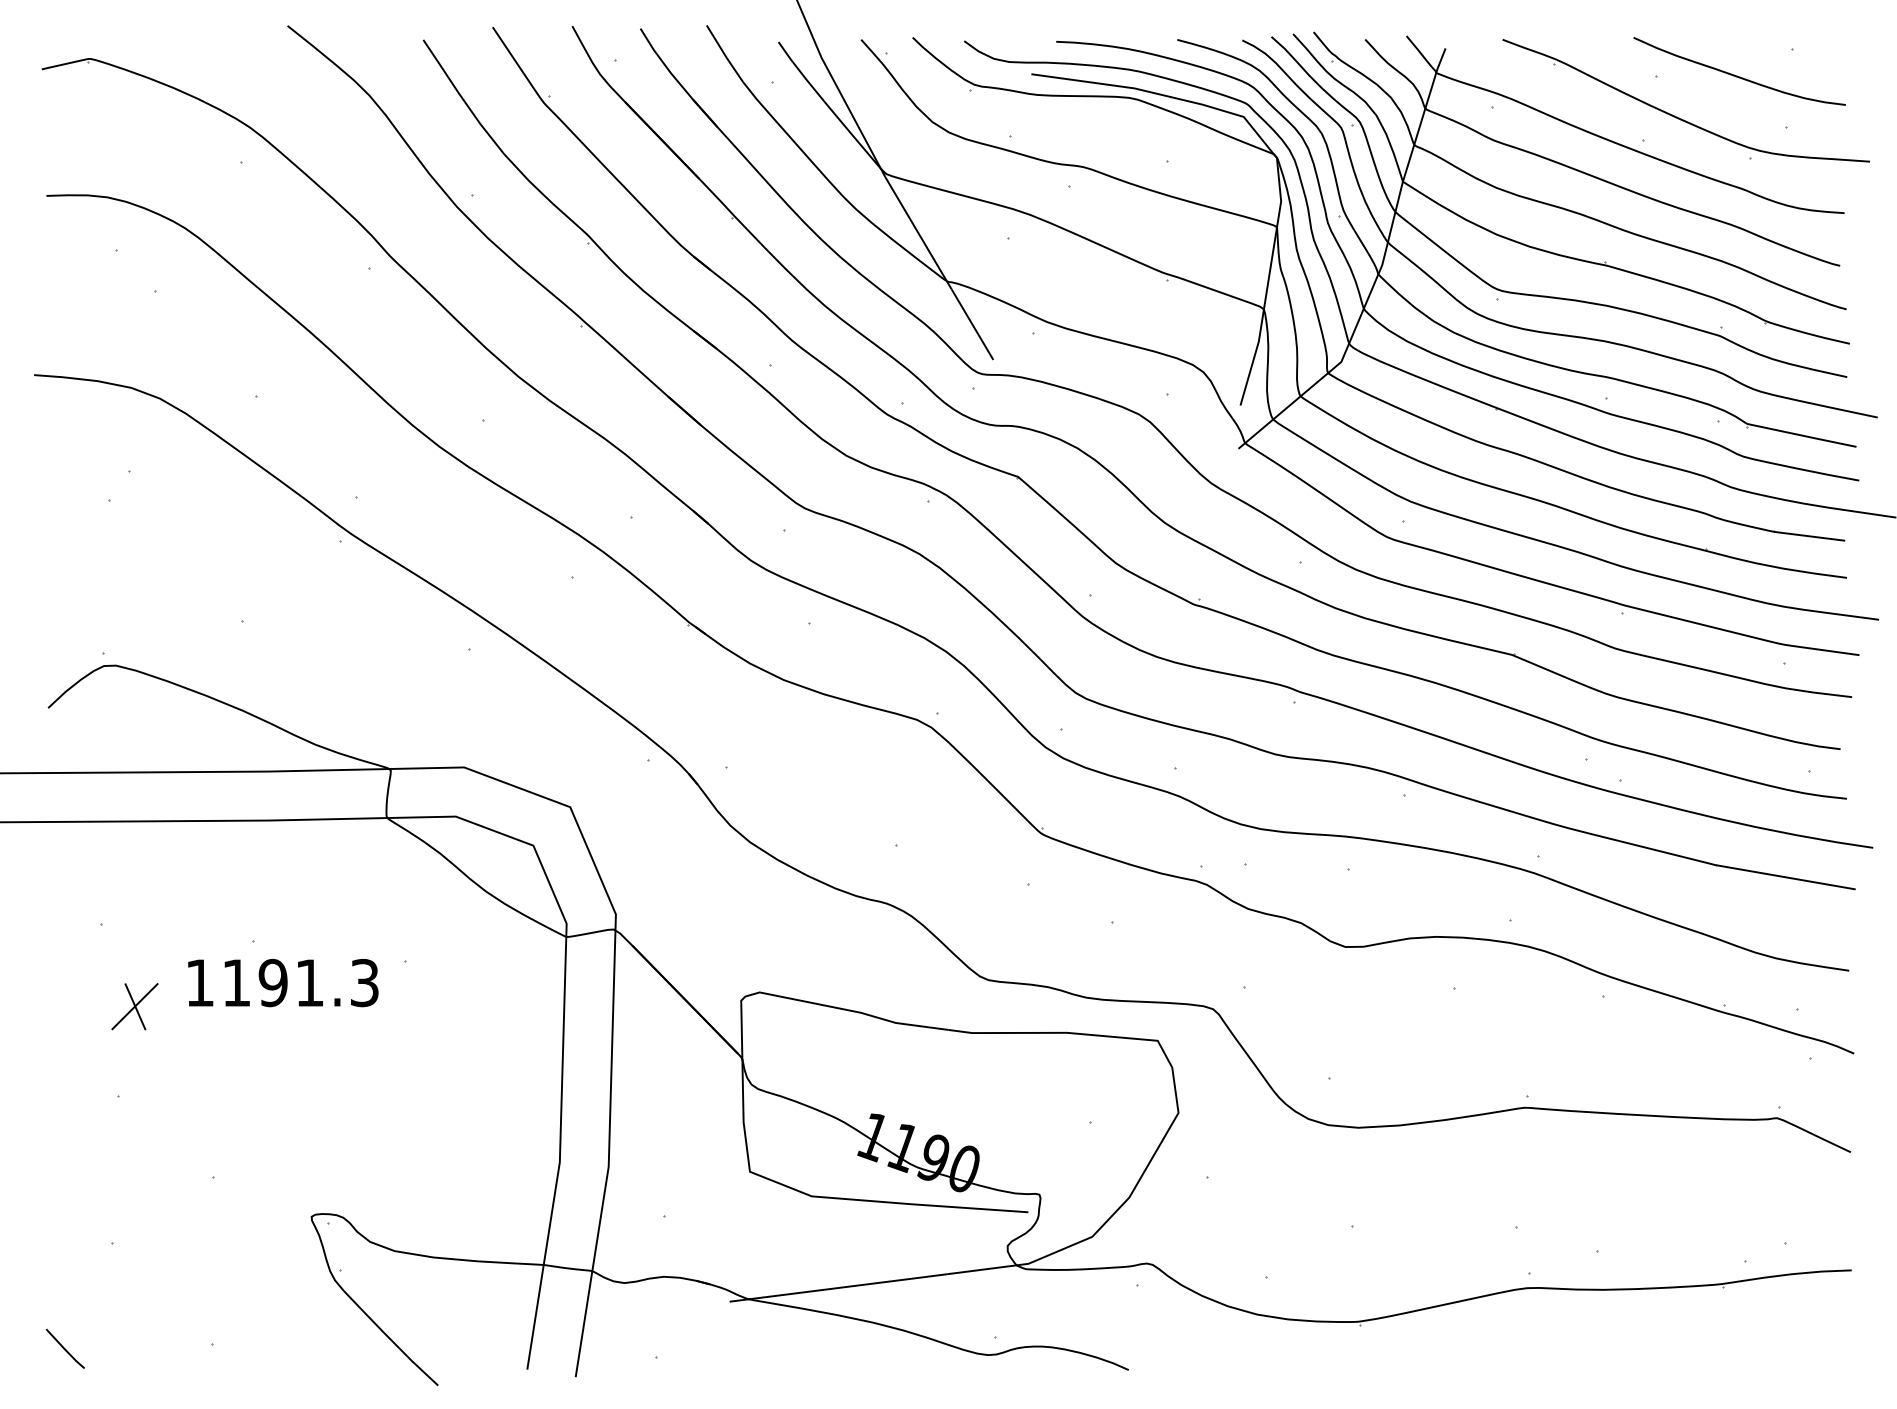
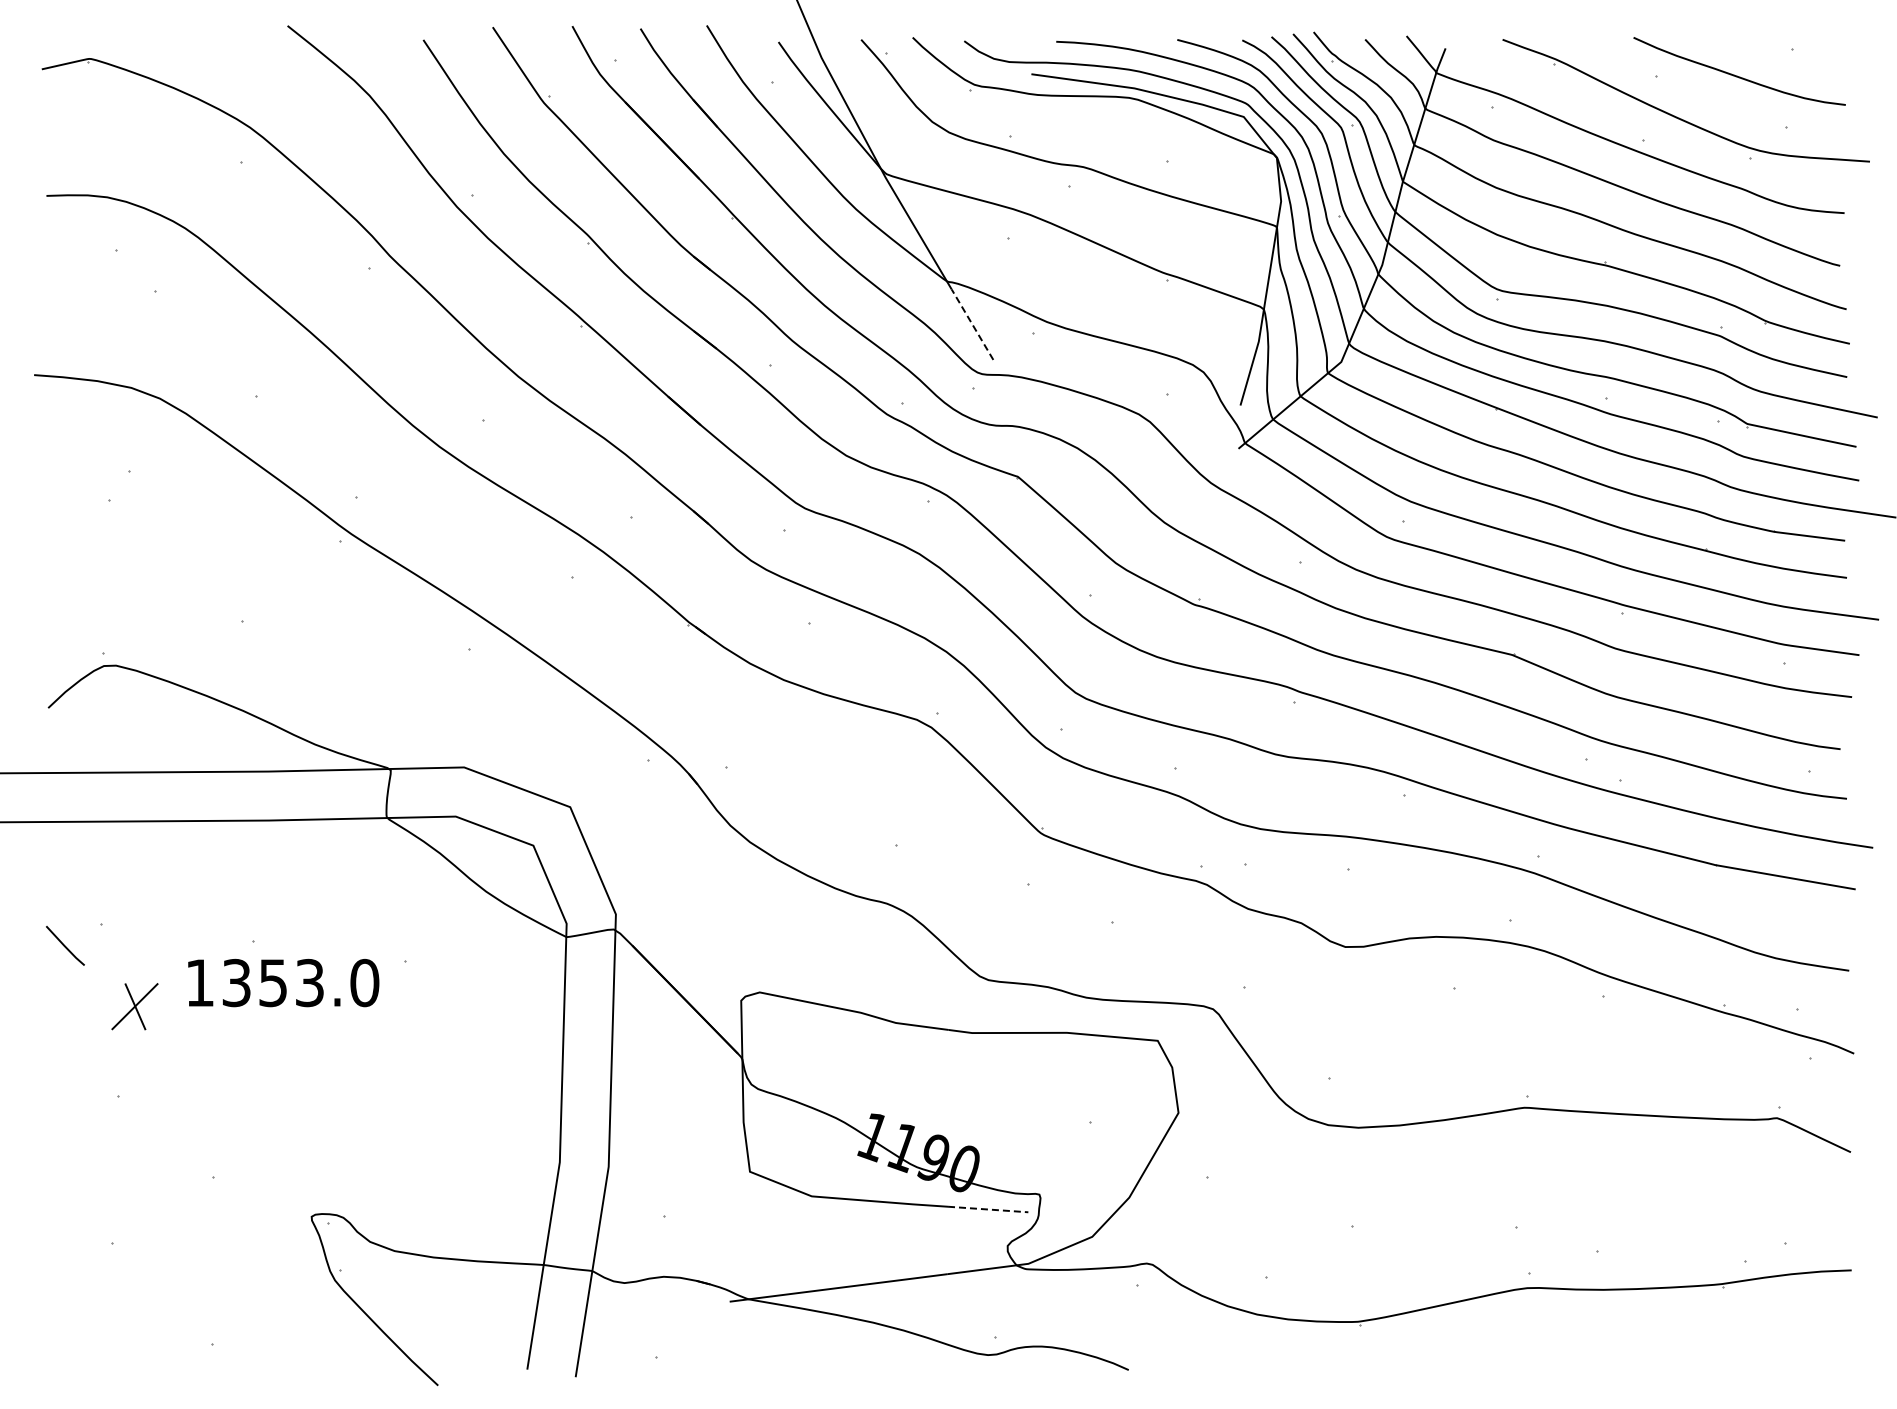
line at (972, 324): solid -> dashed
text at (300, 982): 1191.3 -> 1353.0
line at (988, 1209): solid -> dashed
line at (65, 1348) position: (65, 1348) -> (65, 945)
